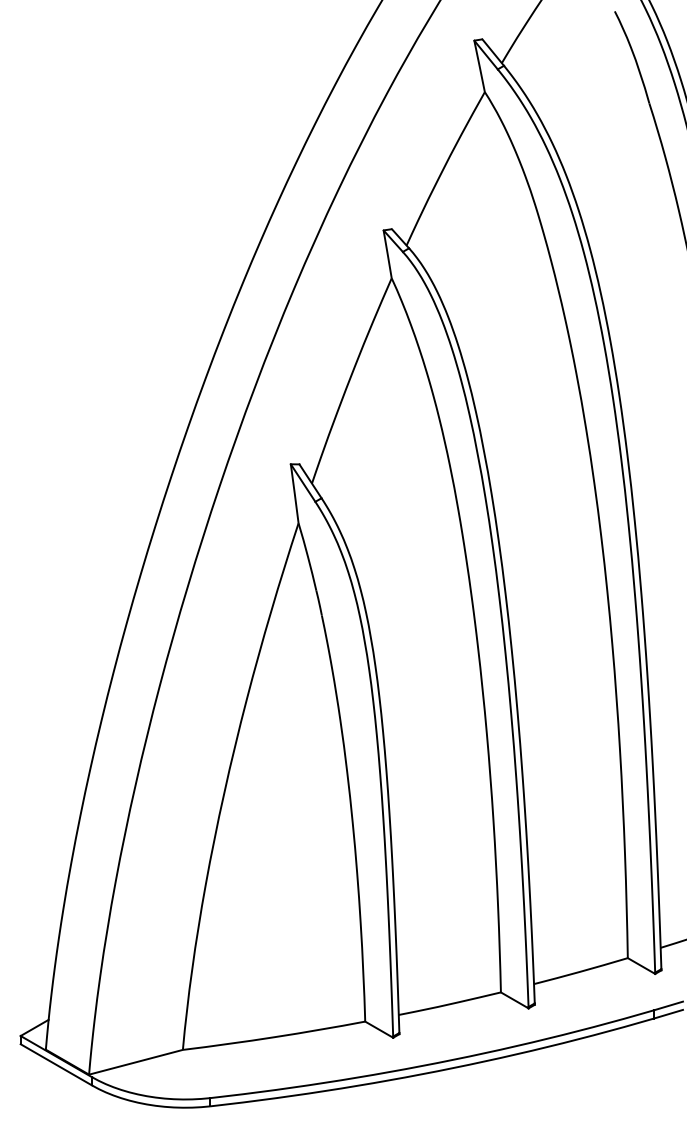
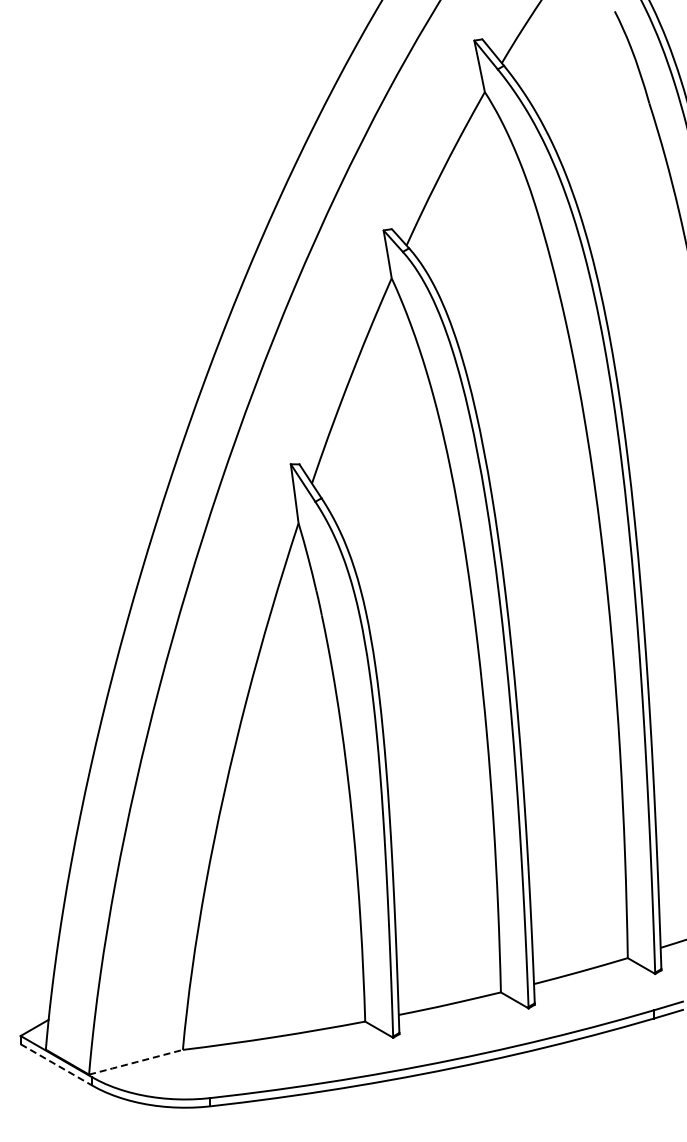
line at (136, 1062): solid -> dashed
line at (56, 1065): solid -> dashed
